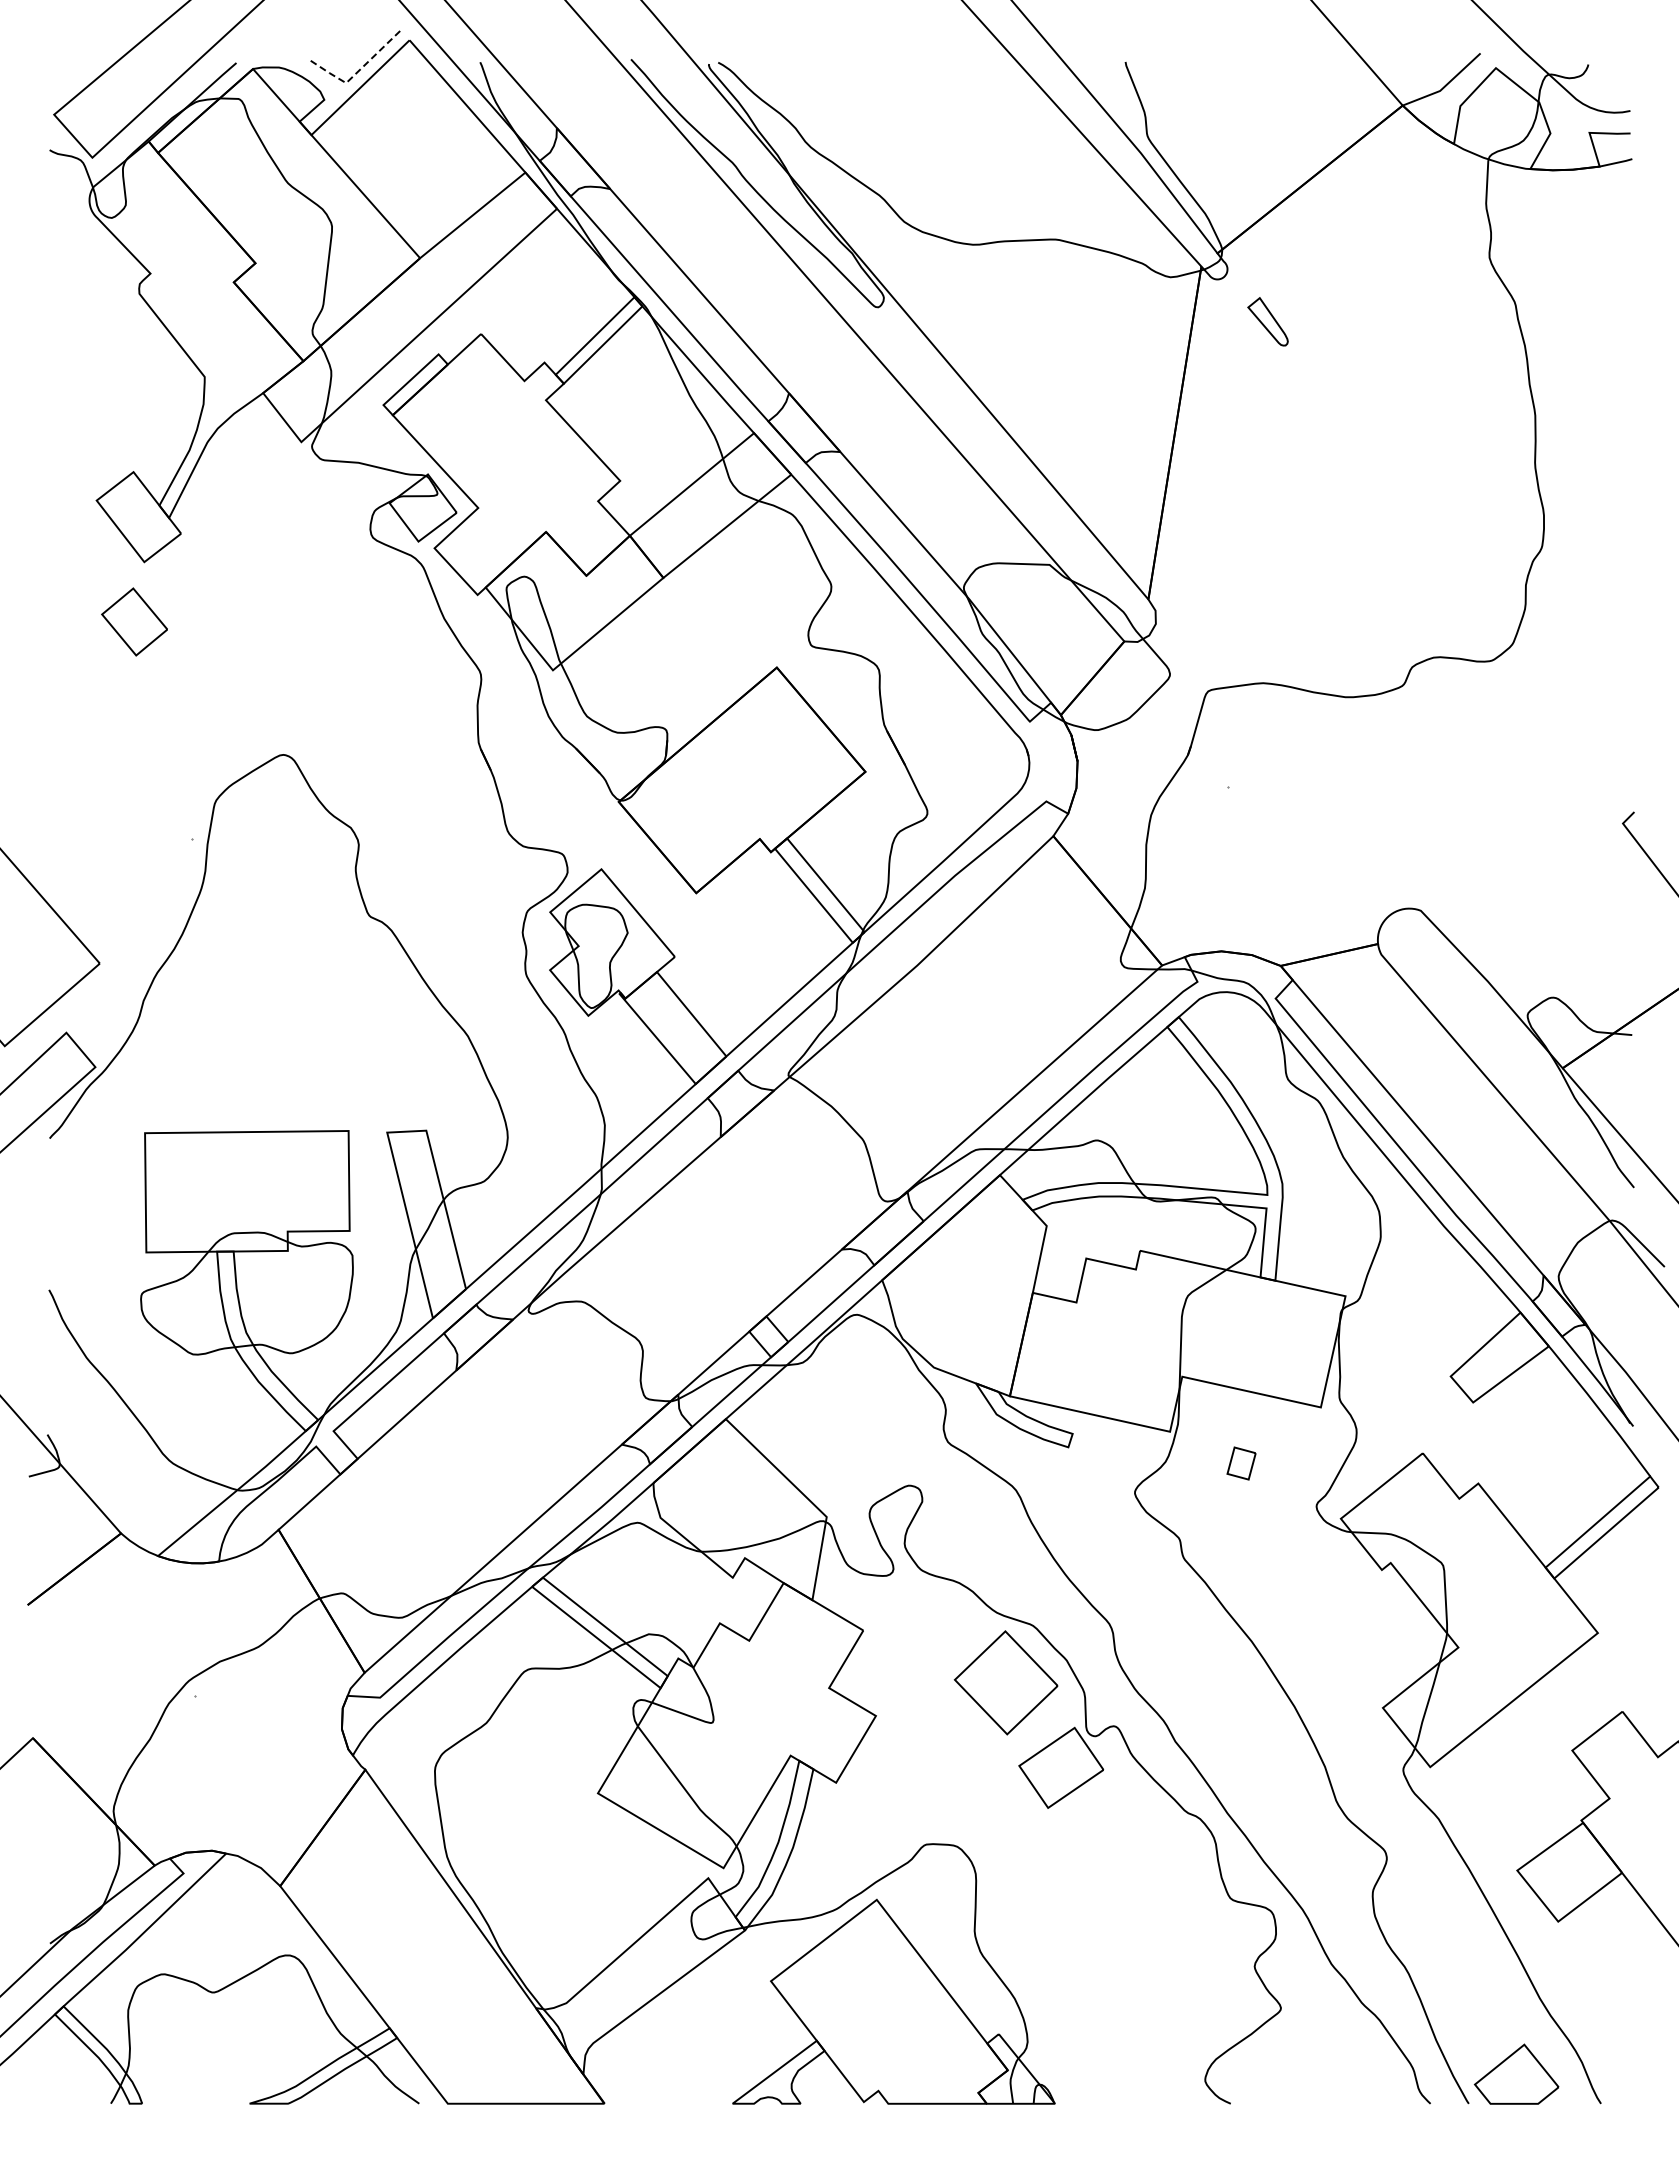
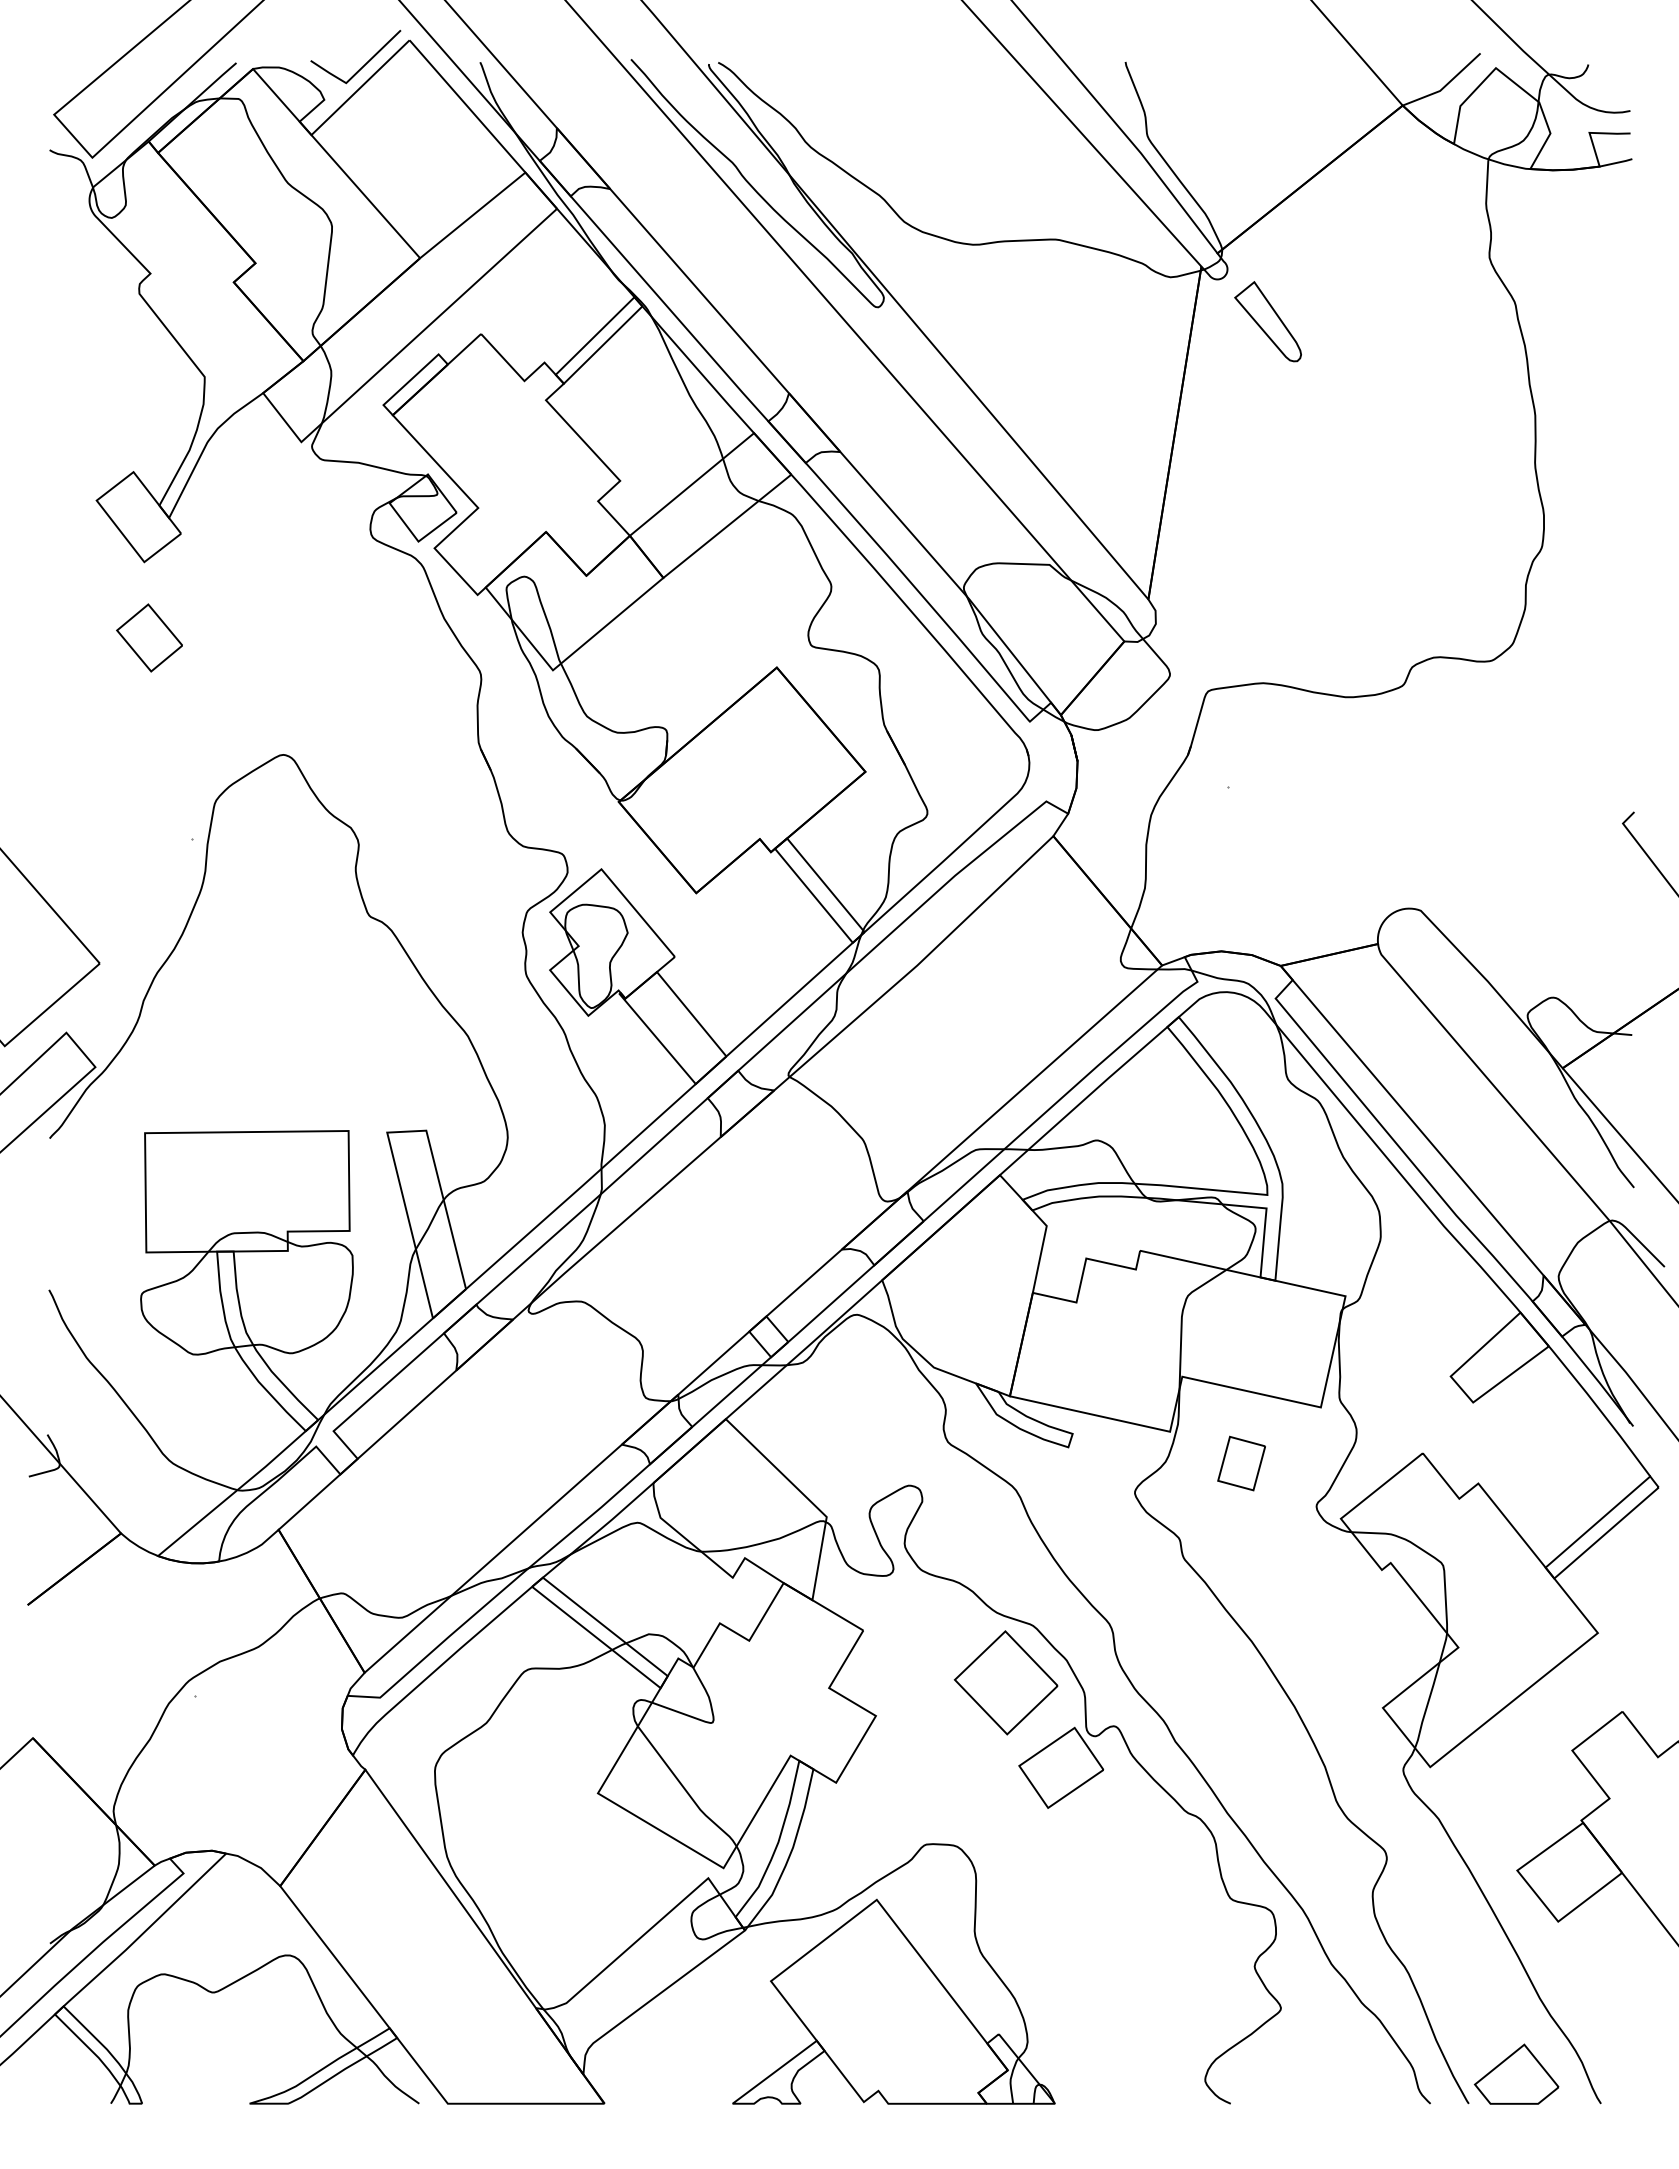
line at (357, 72): dashed -> solid
part at (1267, 321) size: 42x50 px -> 68x82 px
part at (134, 621) position: (134, 621) -> (149, 637)
part at (1241, 1463) size: 31x35 px -> 49x57 px
